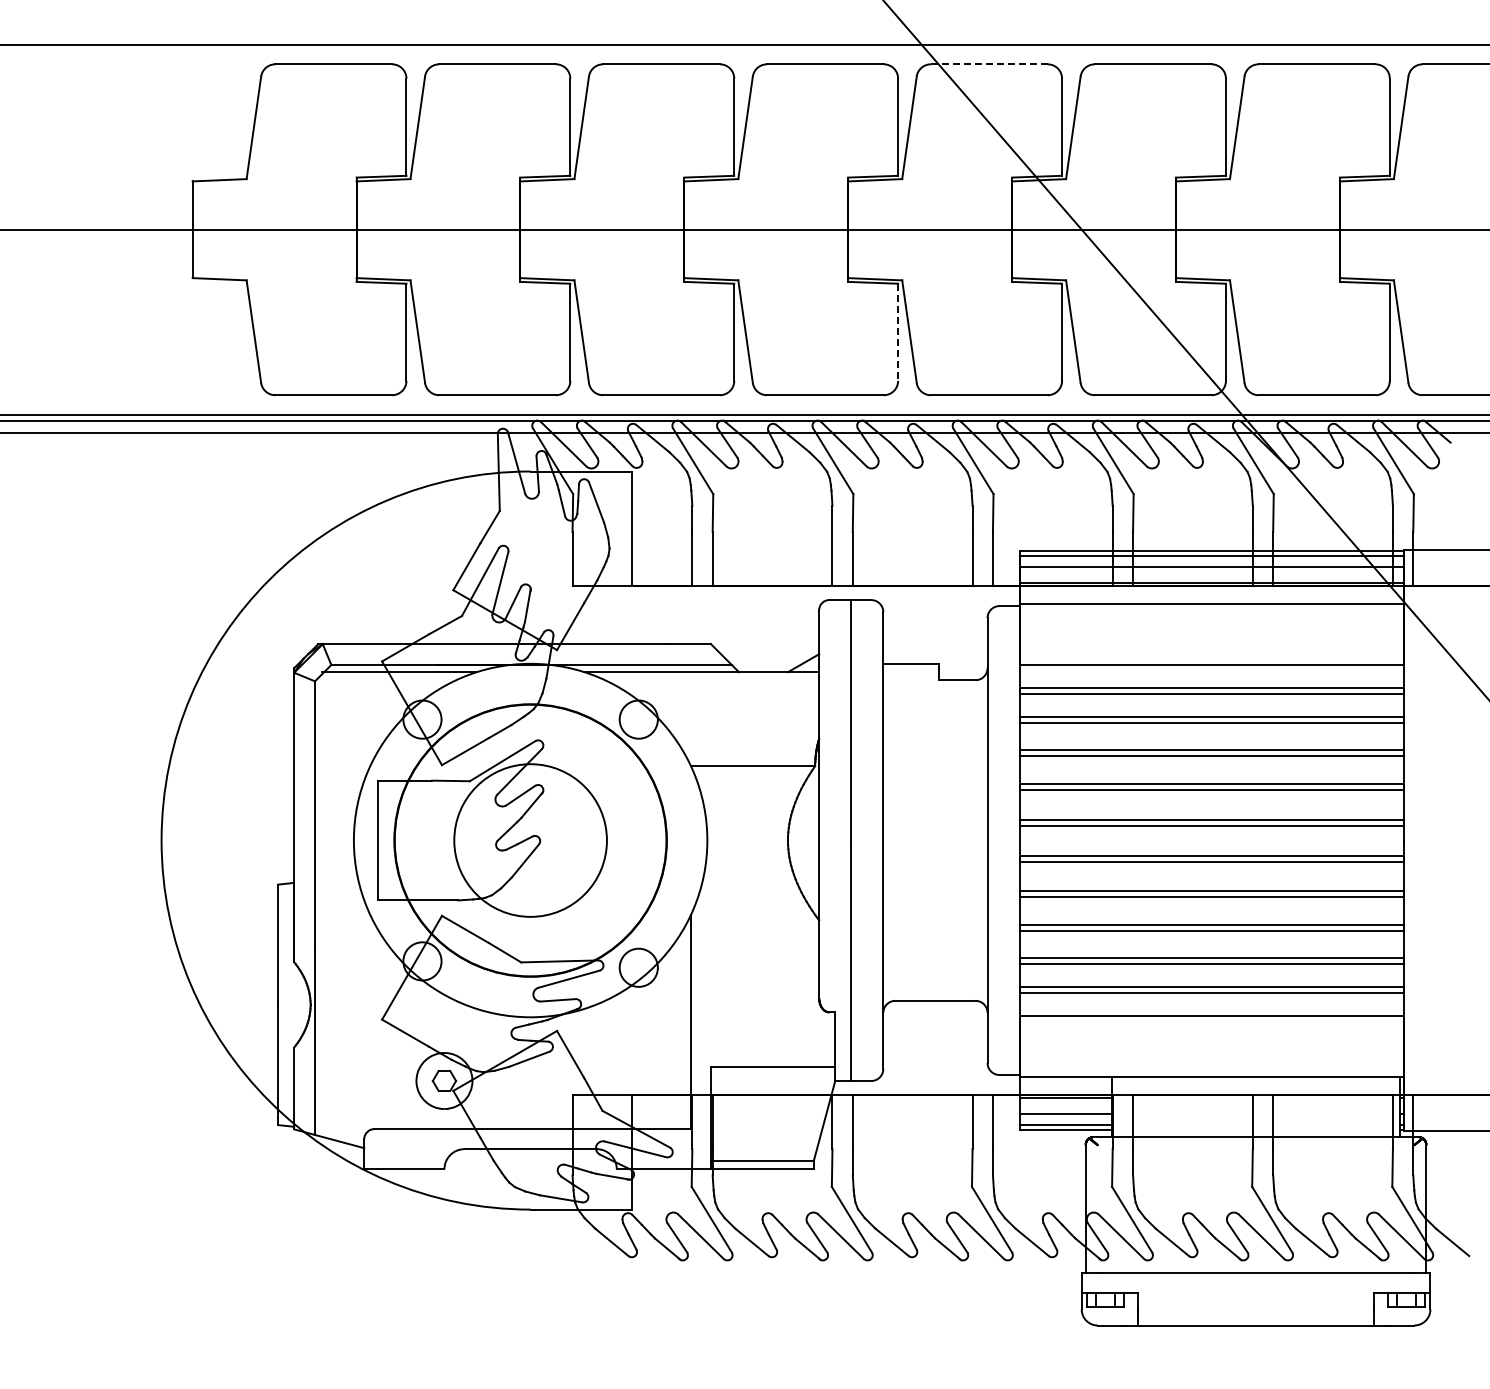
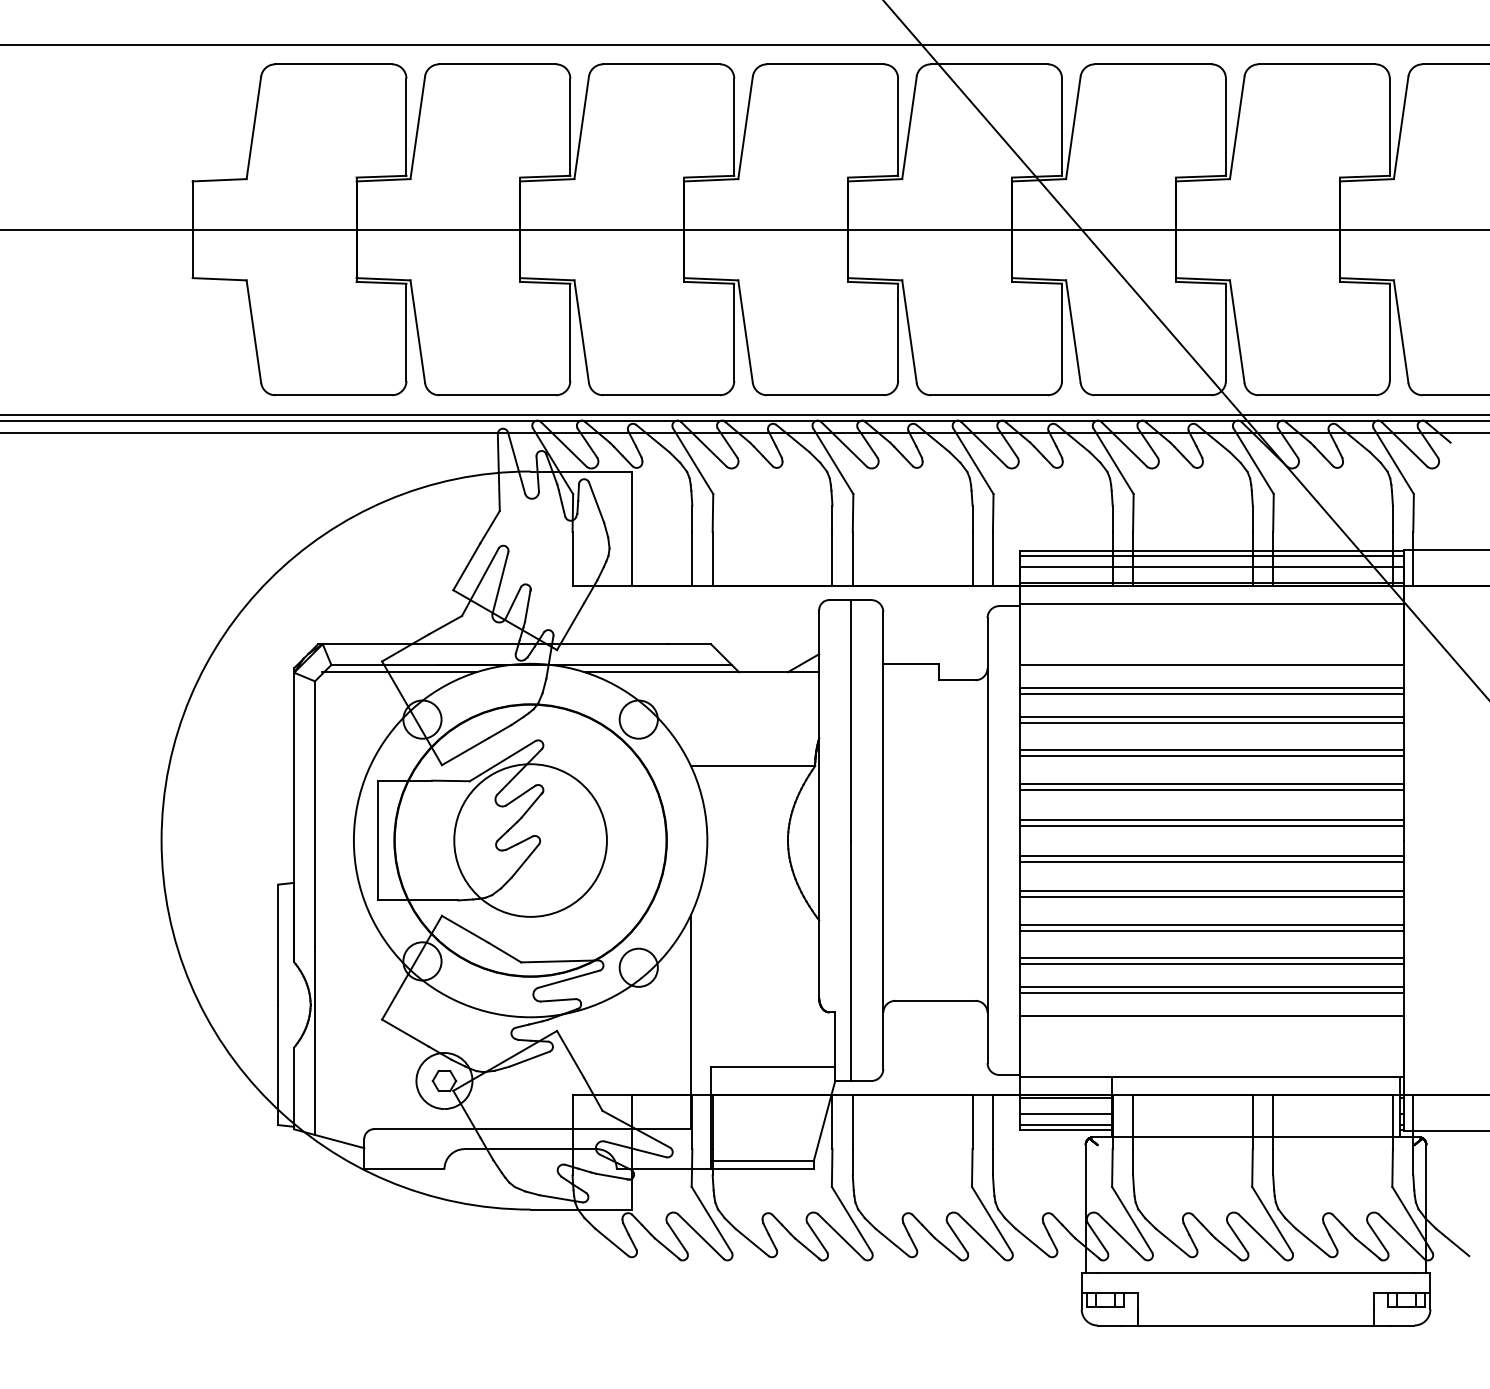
line at (989, 64): dashed -> solid
line at (898, 332): dashed -> solid
